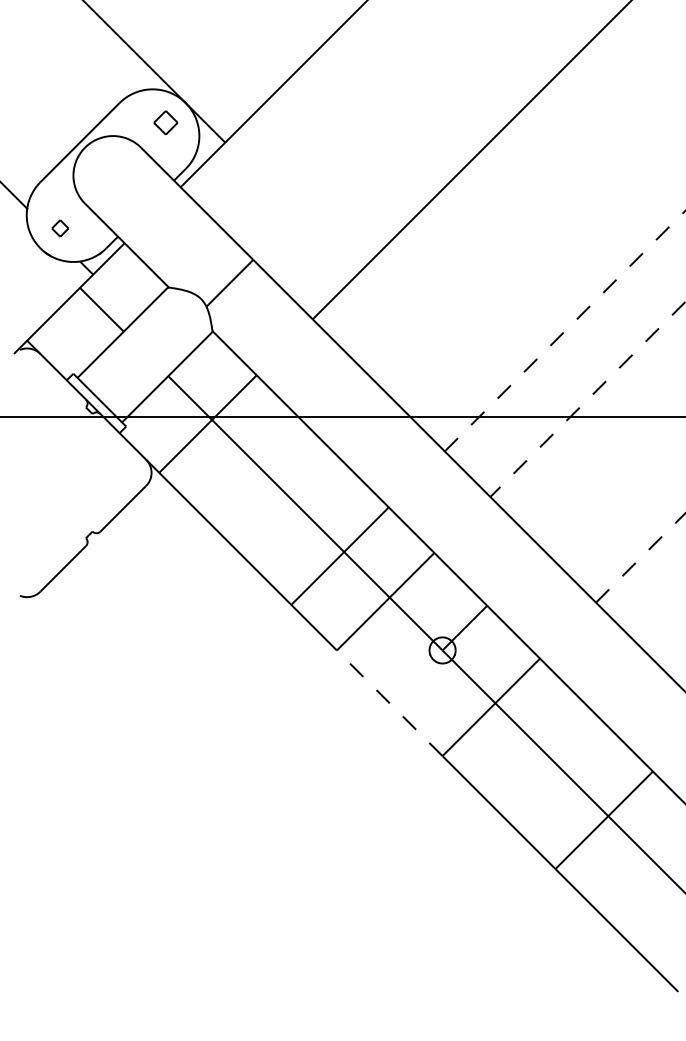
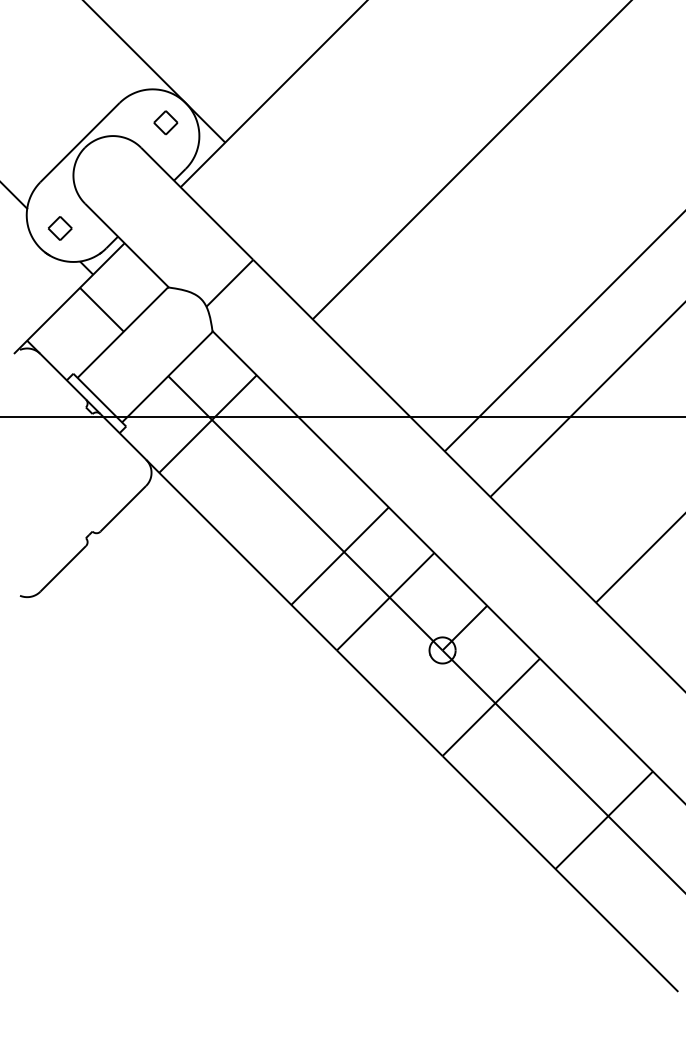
part at (59, 228) size: 18x19 px -> 25x25 px
line at (565, 330): dashed -> solid
line at (587, 399): dashed -> solid
line at (641, 557): dashed -> solid
line at (389, 703): dashed -> solid
